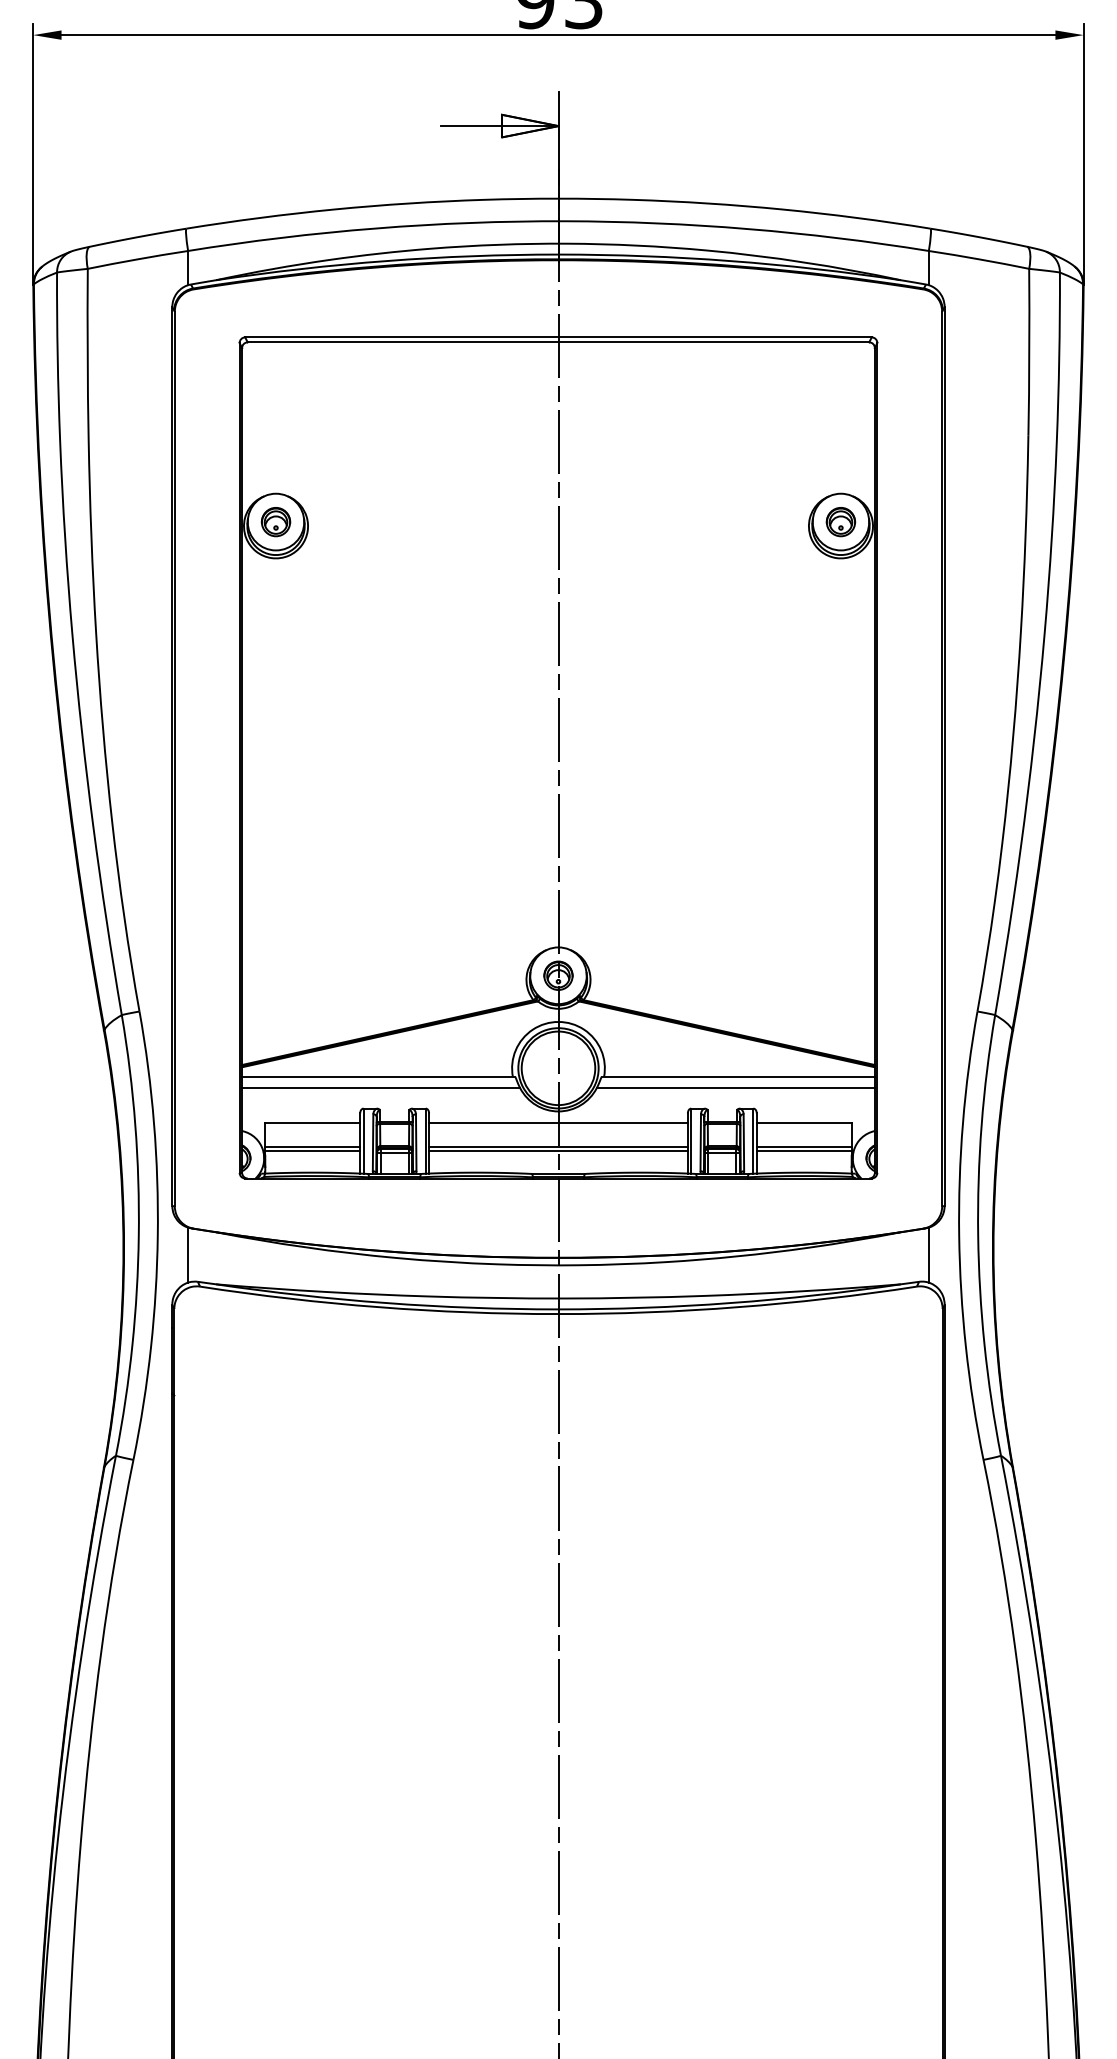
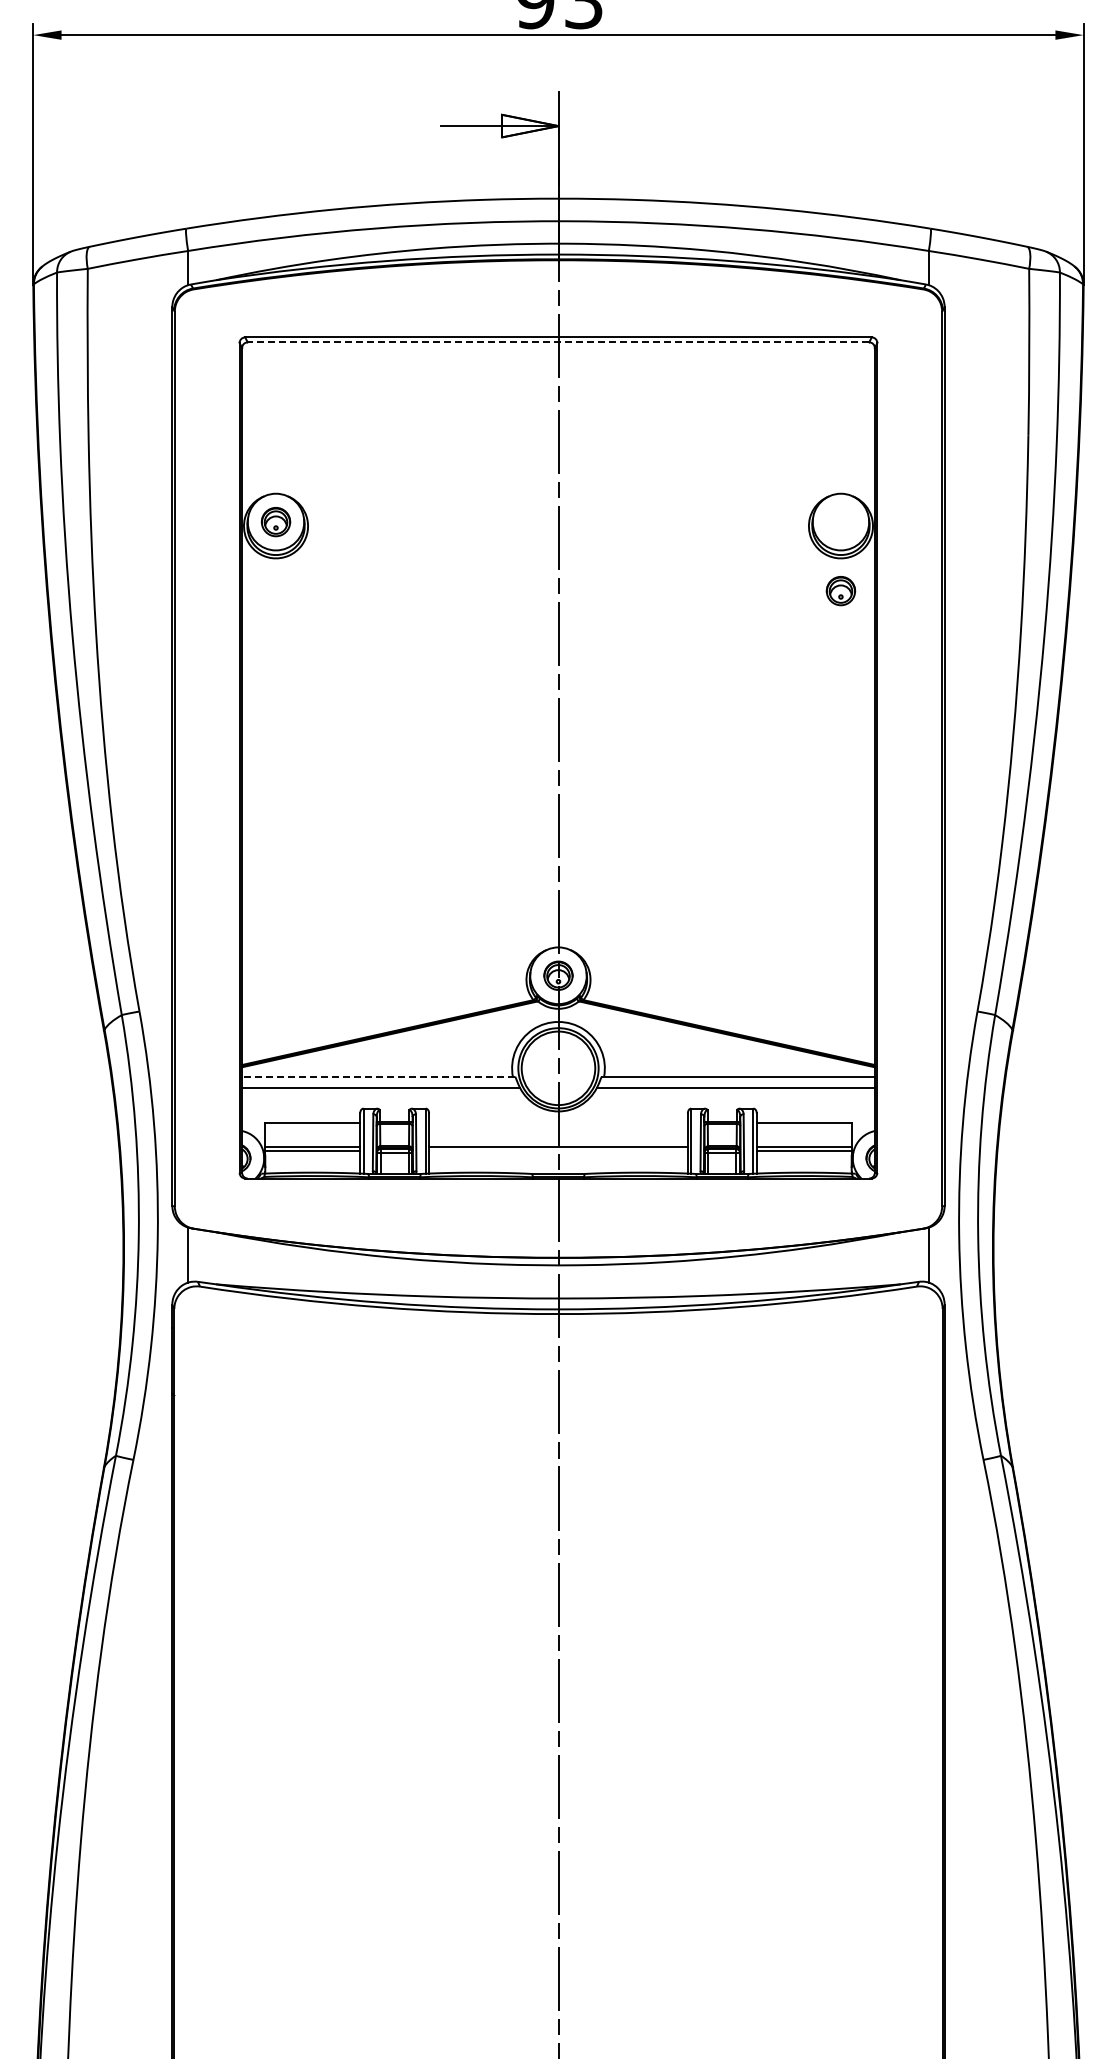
line at (558, 342): solid -> dashed
part at (840, 522) position: (840, 522) -> (840, 591)
line at (378, 1076): solid -> dashed
line at (558, 1122): present -> none
line at (558, 1151): present -> none
